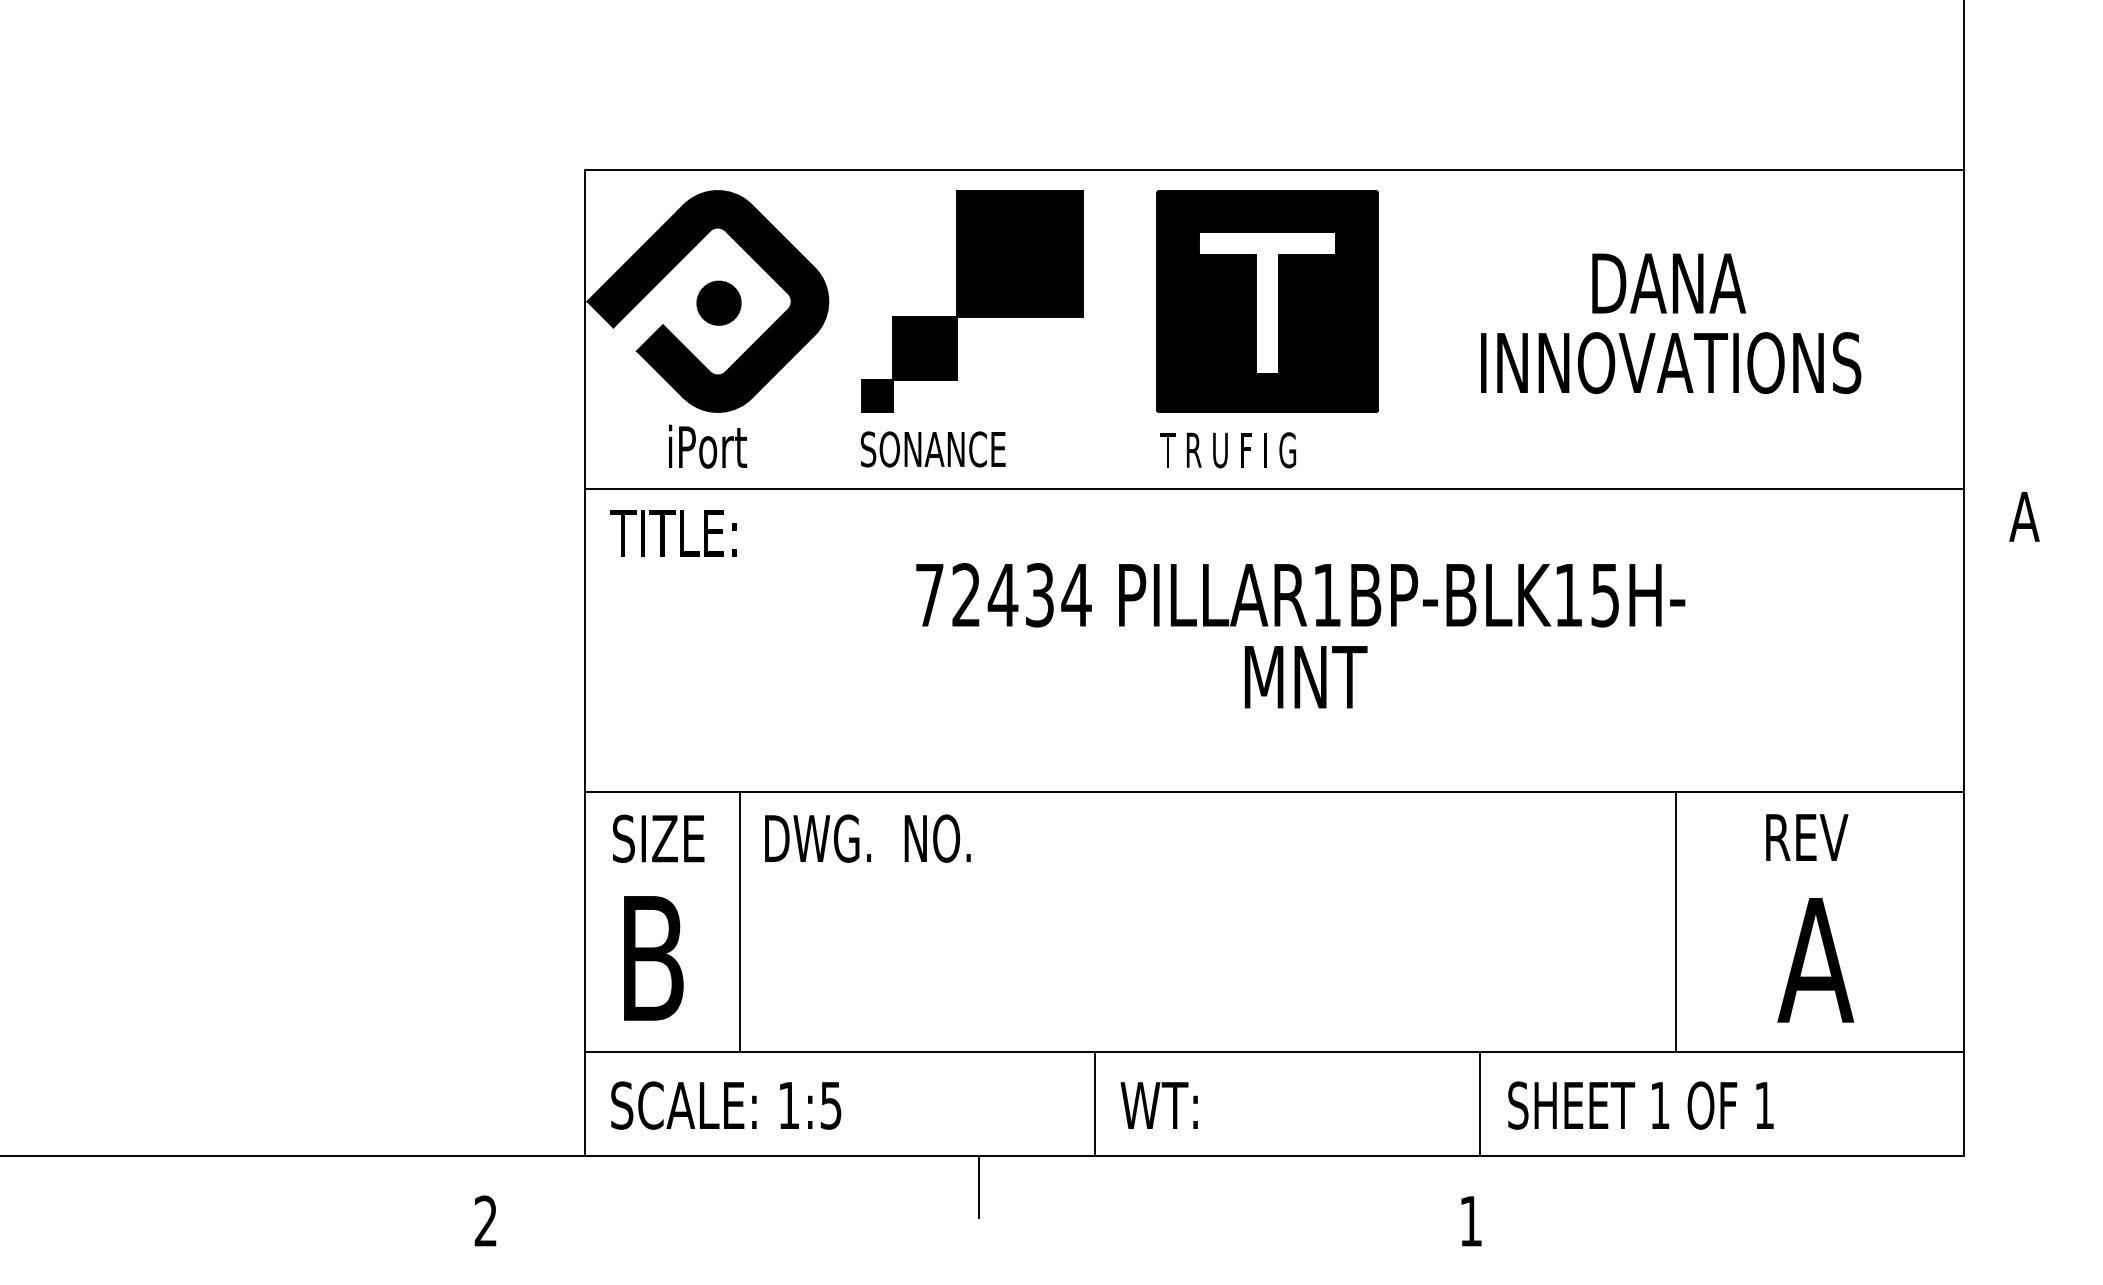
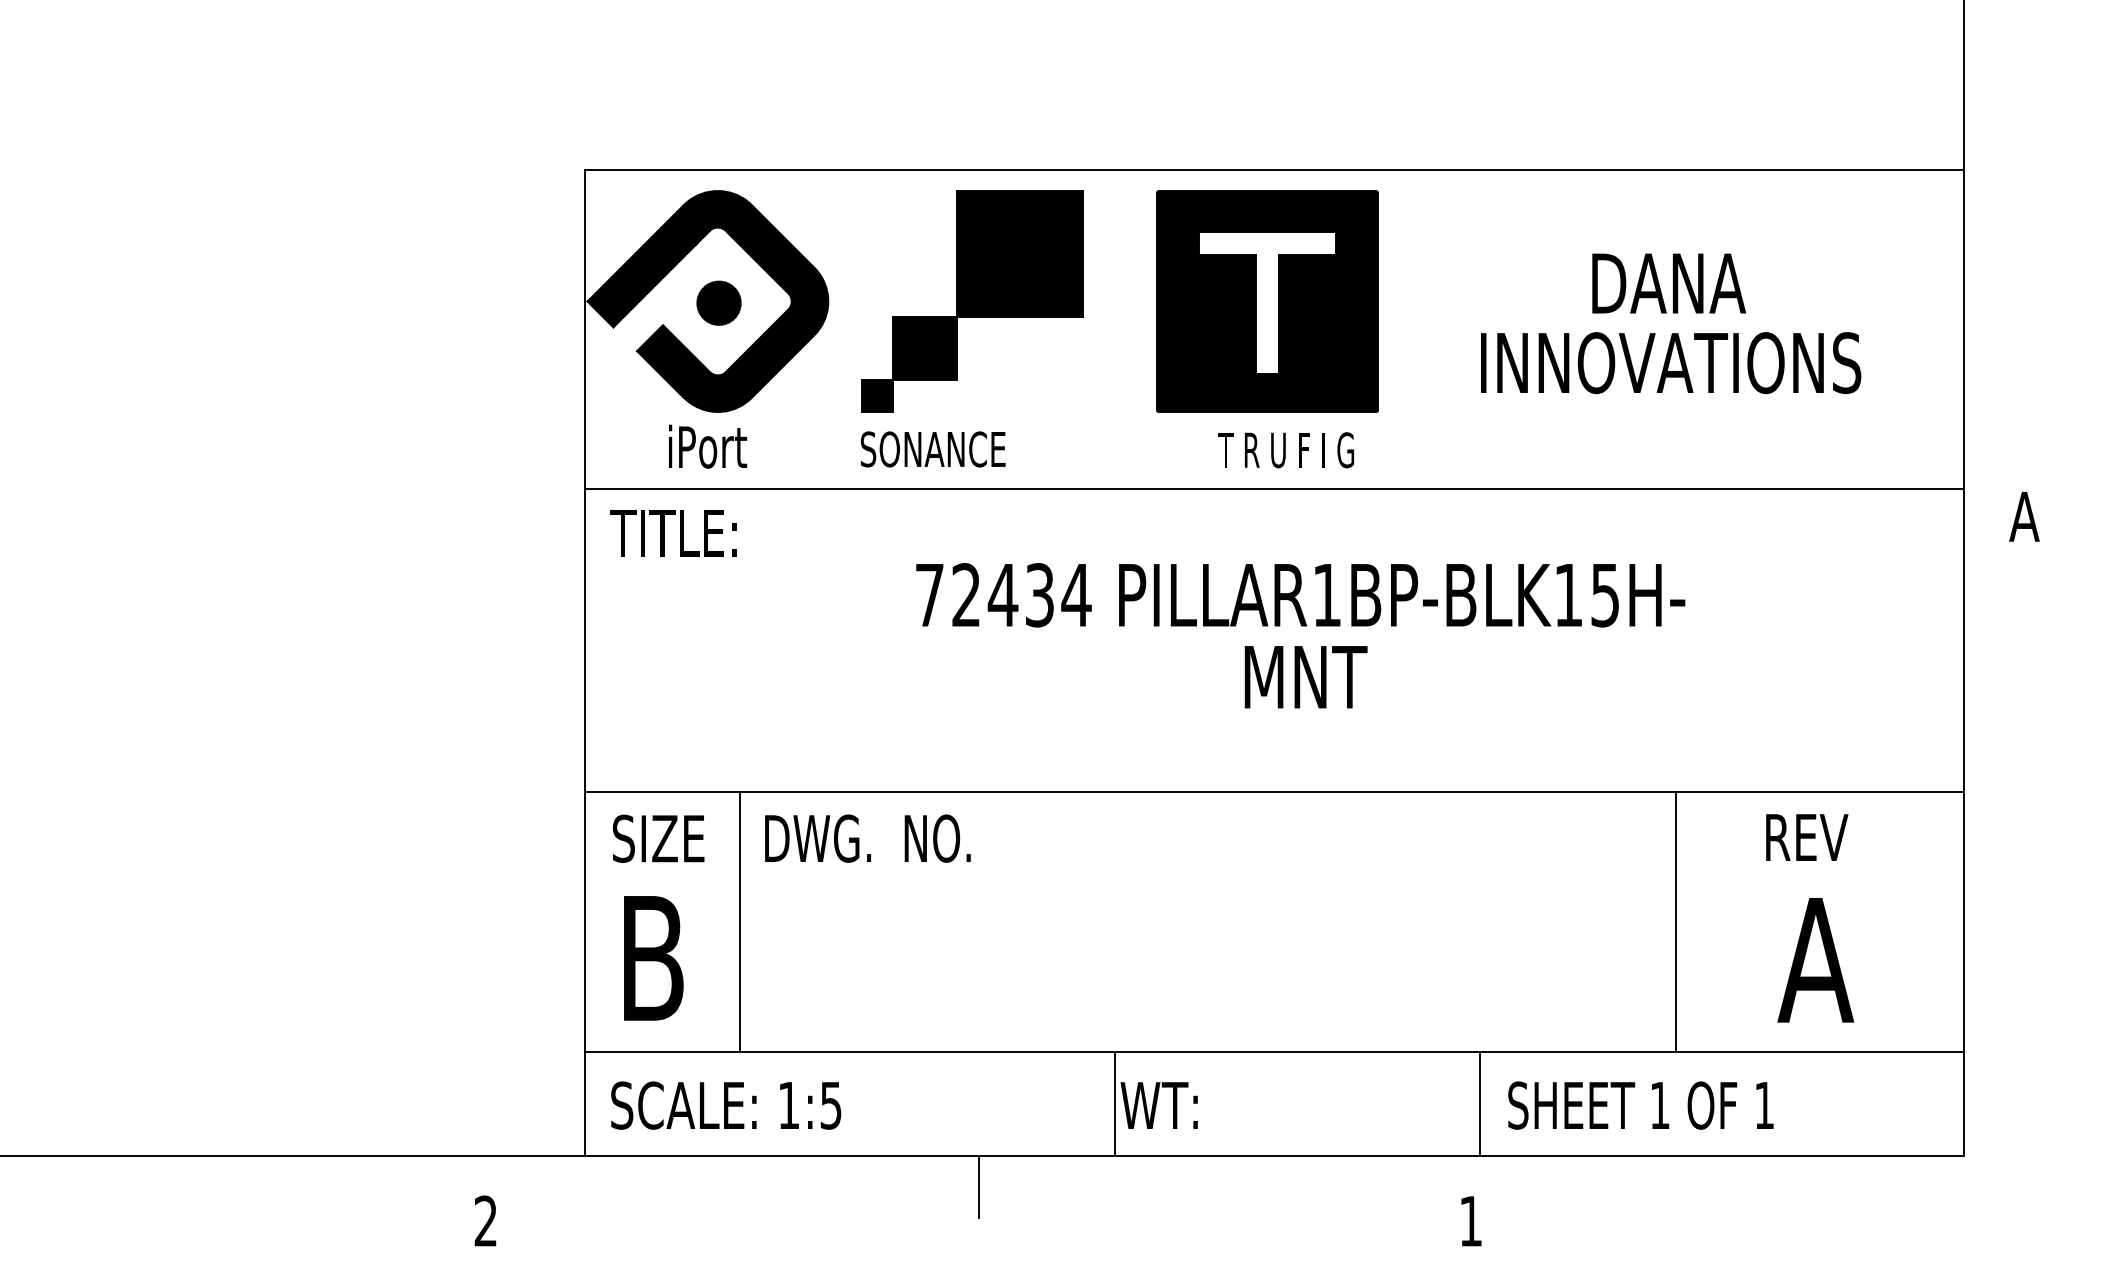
text at (1227, 450) position: (1227, 450) -> (1285, 450)
line at (1095, 1103) position: (1095, 1103) -> (1115, 1103)
